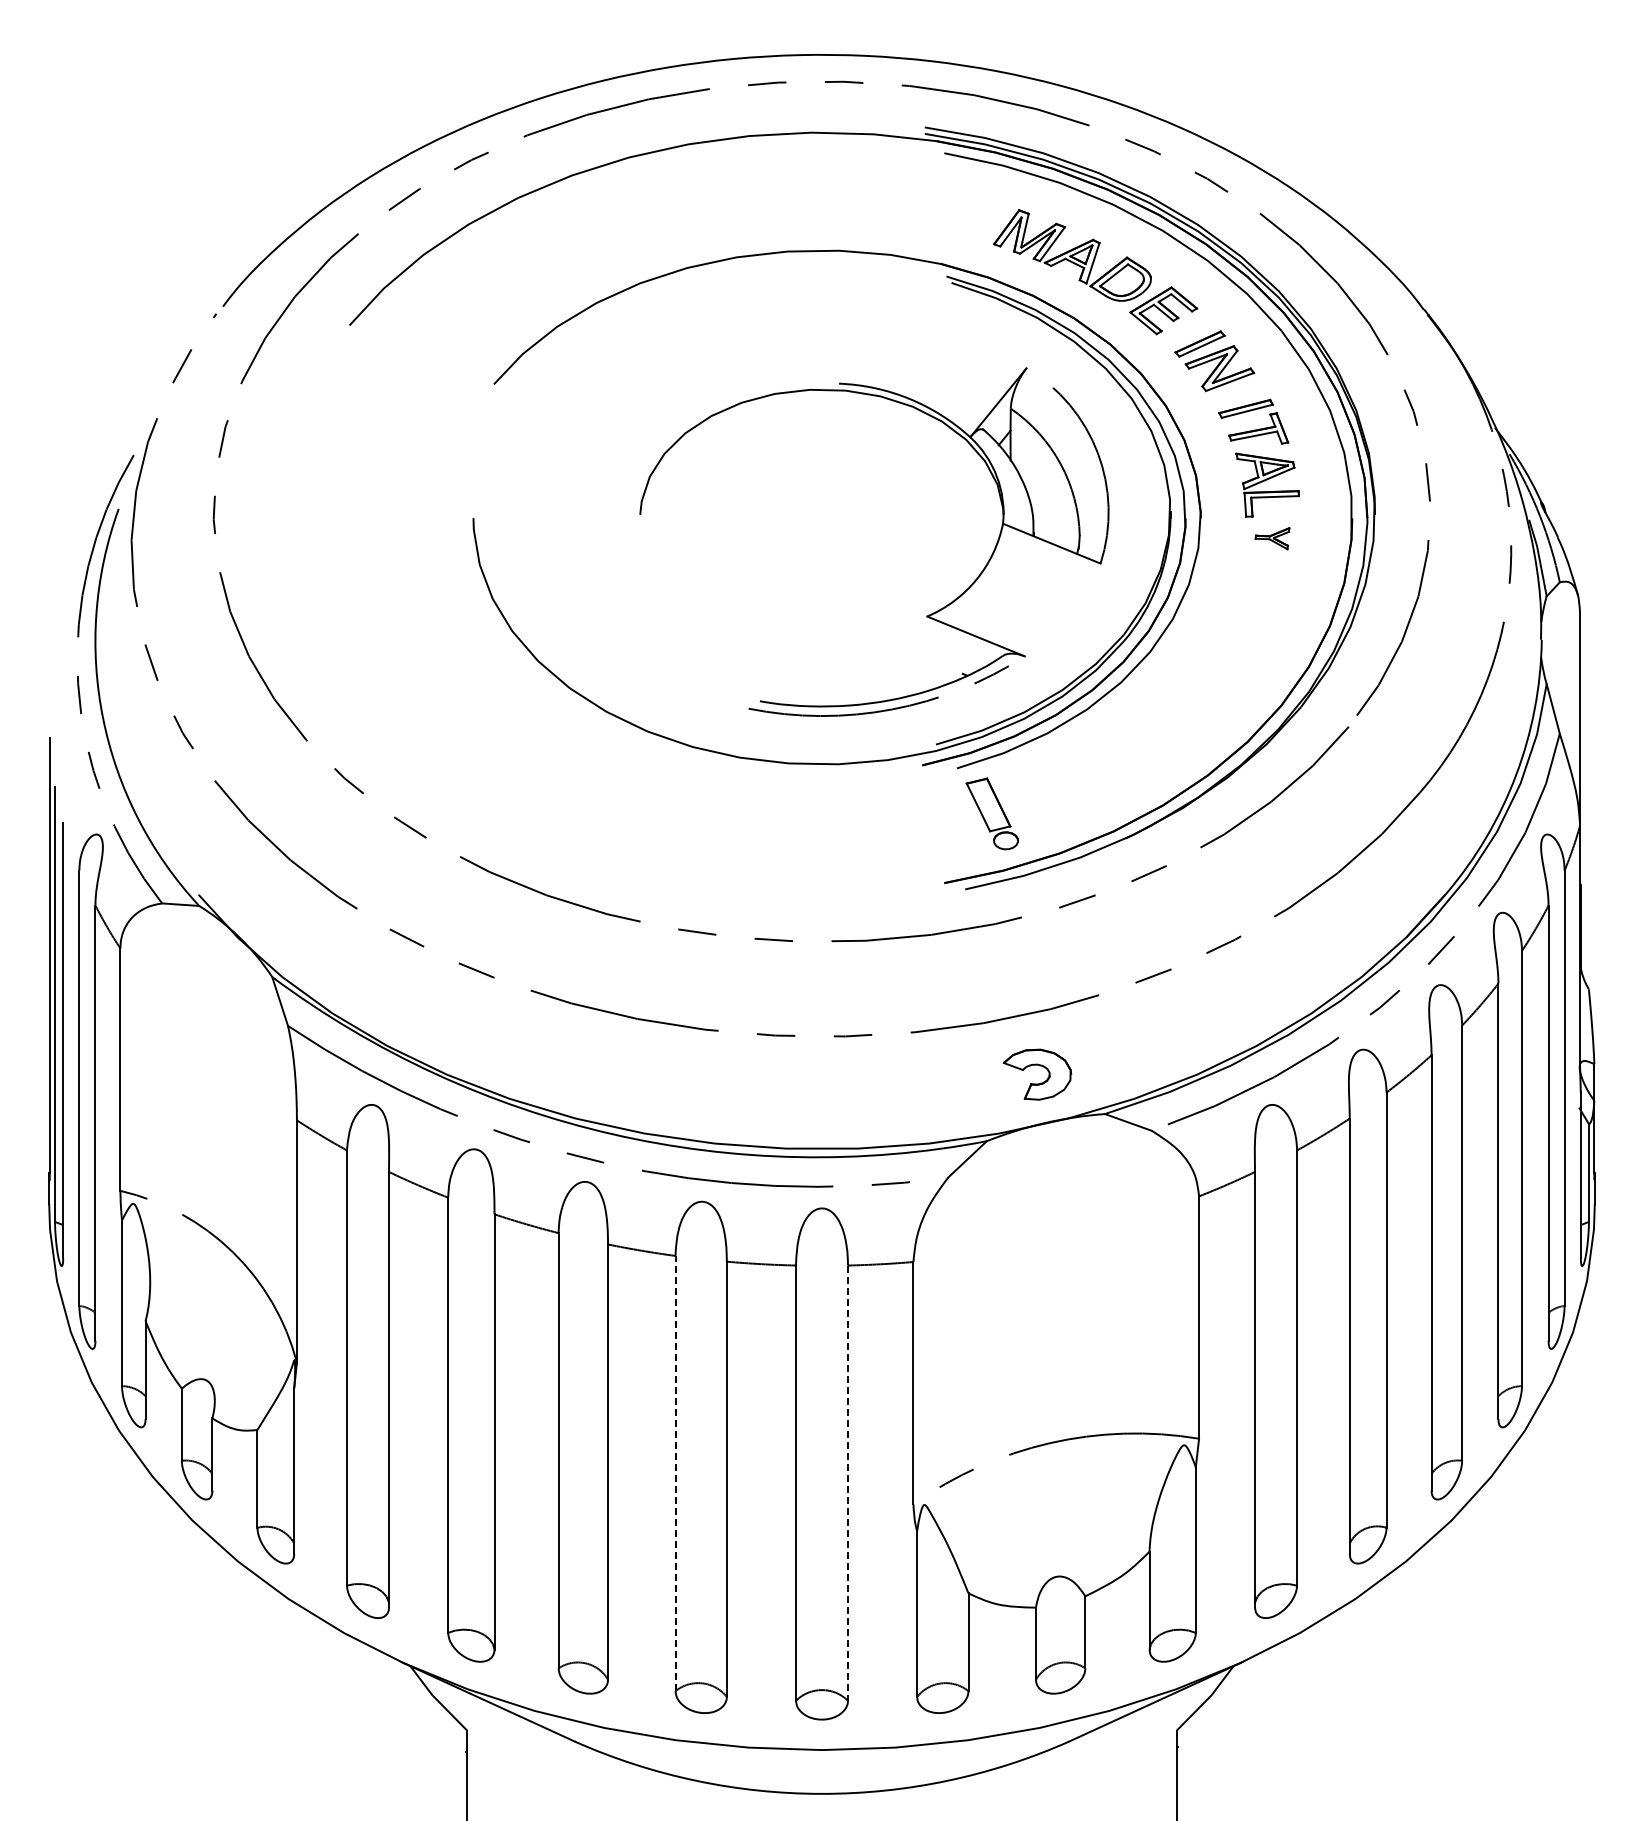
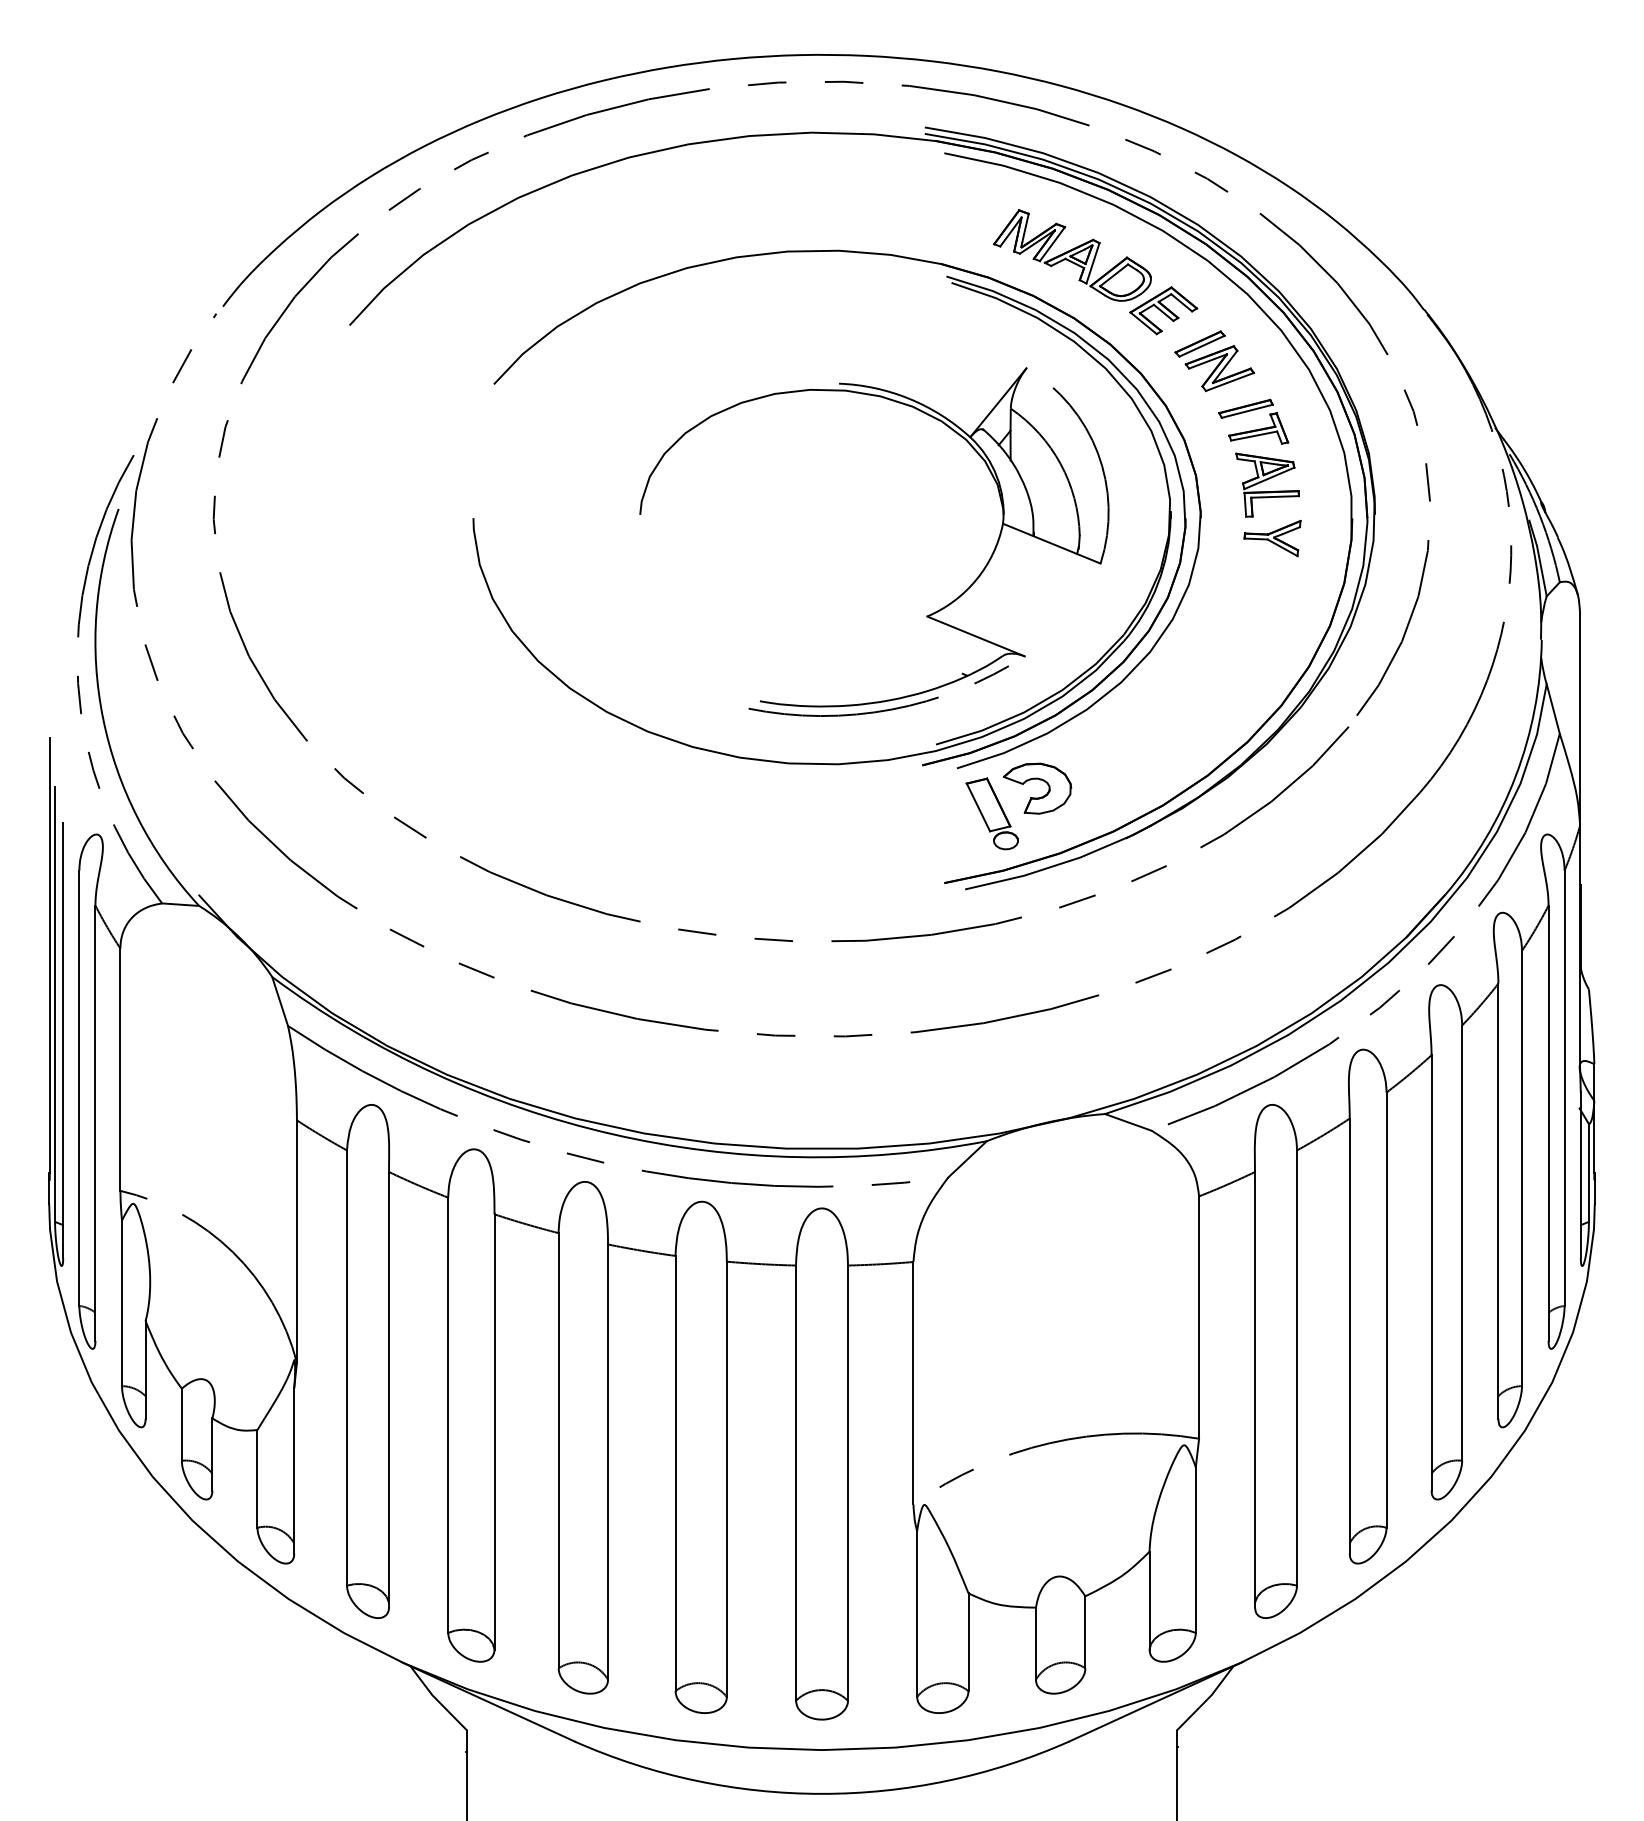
part at (1272, 538) size: 37x24 px -> 59x38 px
part at (1039, 1066) position: (1039, 1066) -> (1039, 780)
line at (675, 1473): dashed -> solid
line at (847, 1483): dashed -> solid
